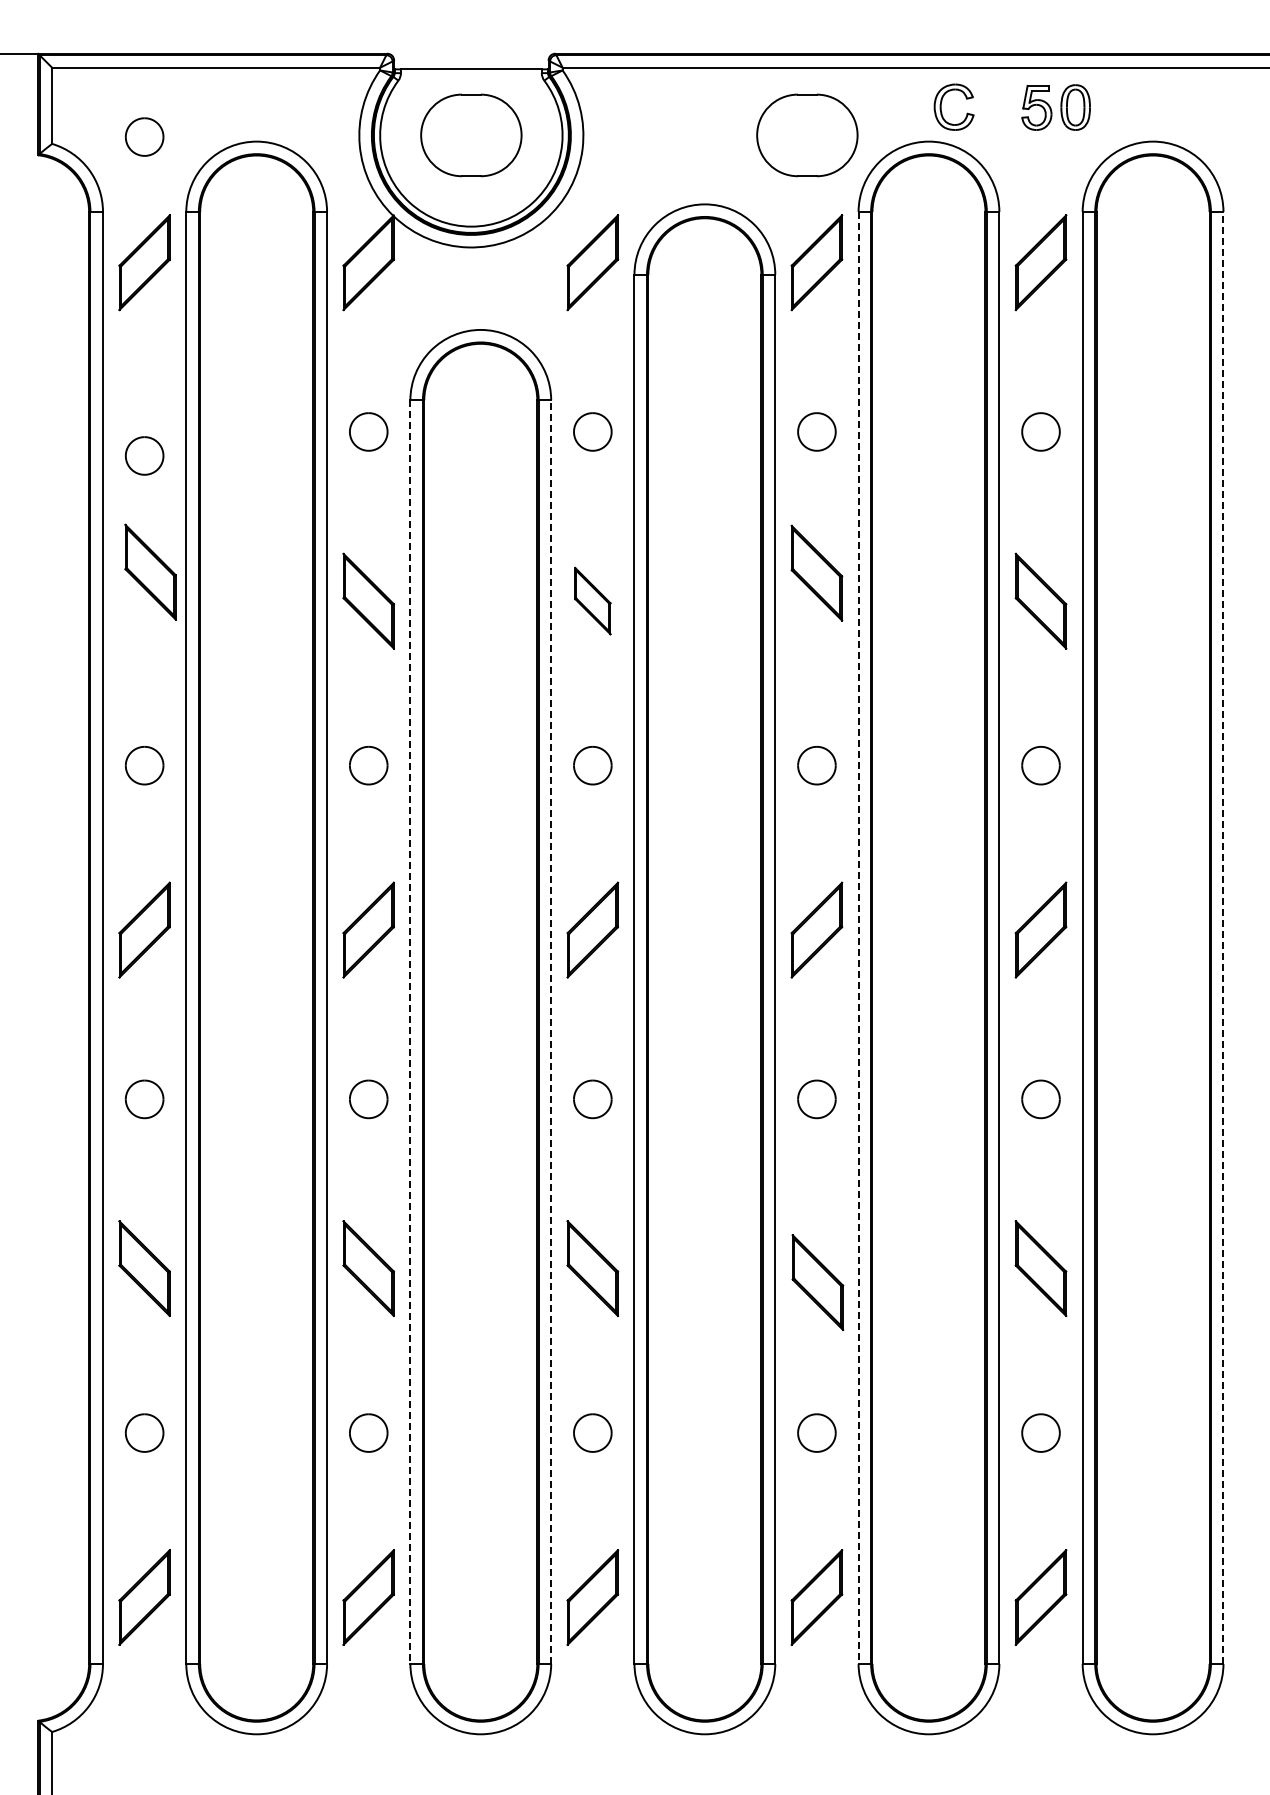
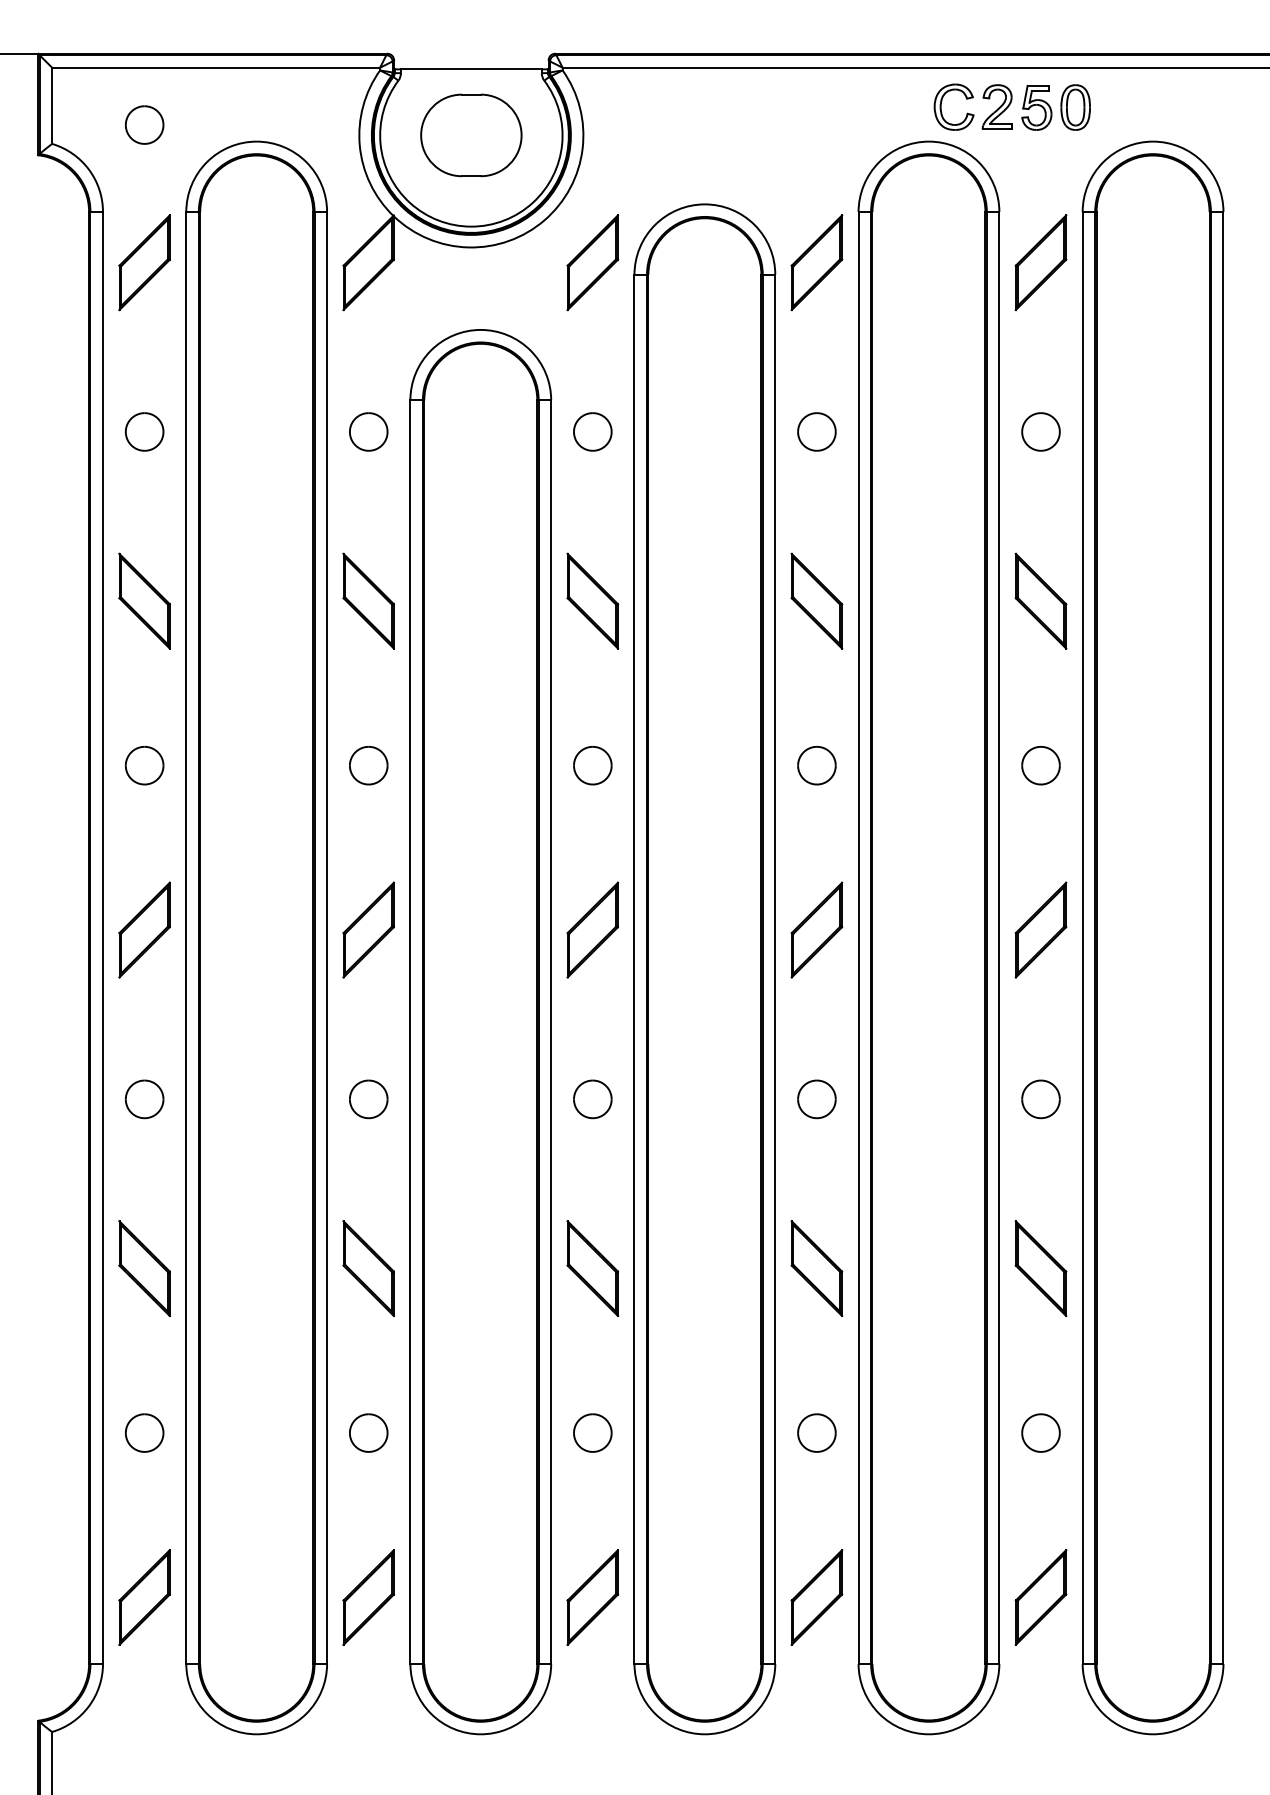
part at (996, 106): none -> present
part at (807, 135): present -> none
part at (144, 136) position: (144, 136) -> (144, 124)
part at (144, 455) position: (144, 455) -> (144, 431)
part at (150, 571) position: (150, 571) -> (144, 600)
part at (816, 572) position: (816, 572) -> (816, 600)
part at (592, 600) size: 38x70 px -> 54x98 px
line at (858, 937): dashed -> solid
line at (1223, 937): dashed -> solid
line at (410, 1032): dashed -> solid
line at (551, 1032): dashed -> solid
part at (817, 1282) position: (817, 1282) -> (816, 1268)
